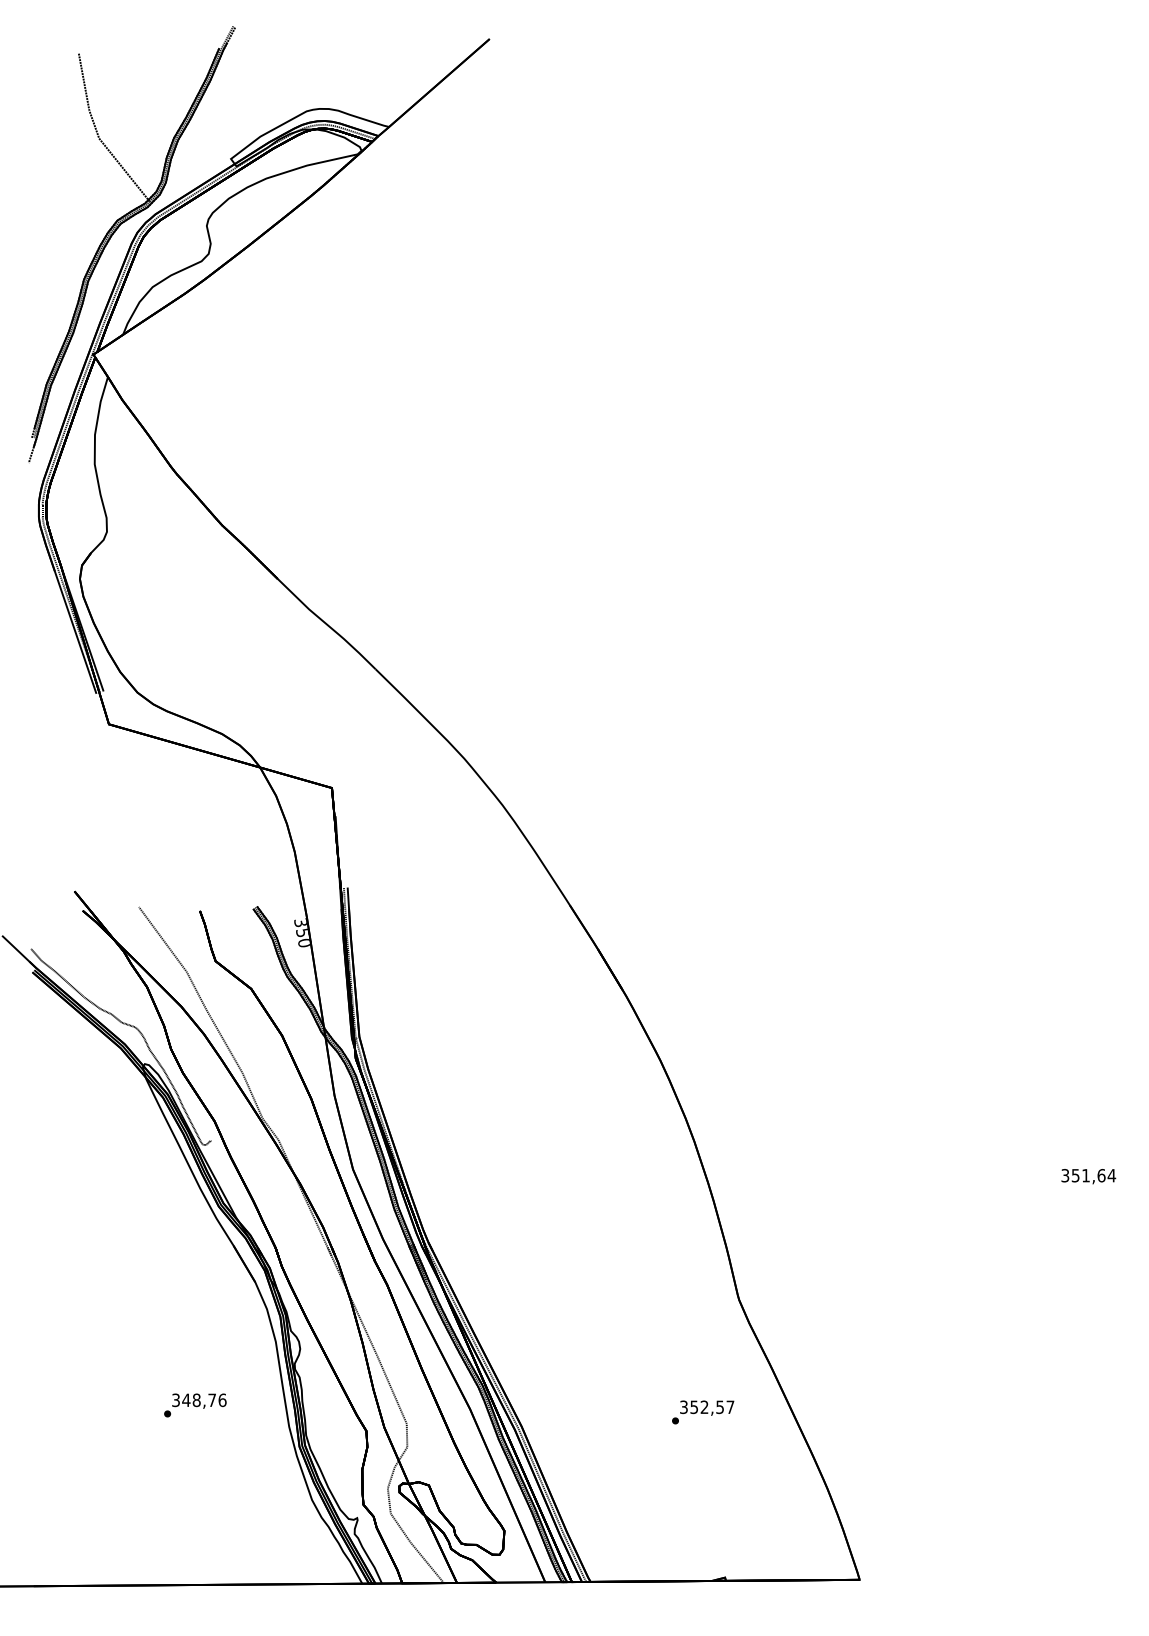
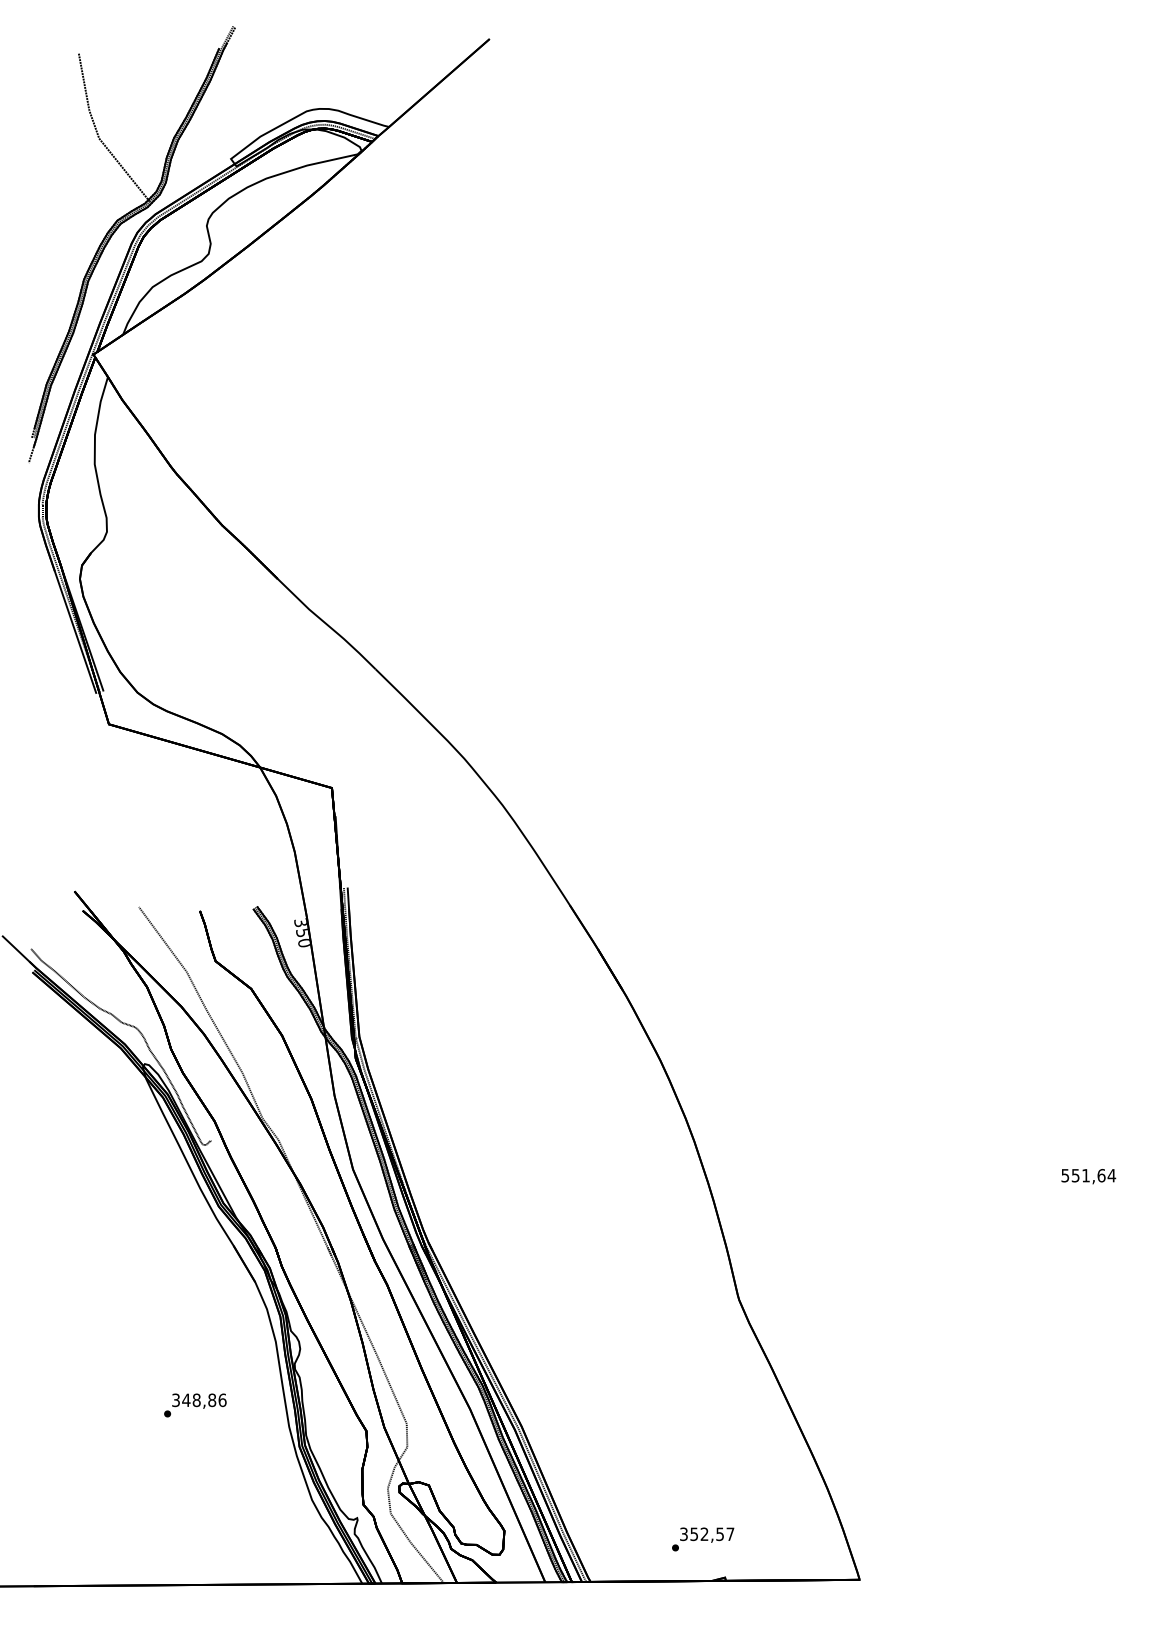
text at (1065, 1175): 351,64 -> 551,64
text at (212, 1400): 348,76 -> 348,86
text at (703, 1412) position: (703, 1412) -> (703, 1539)
